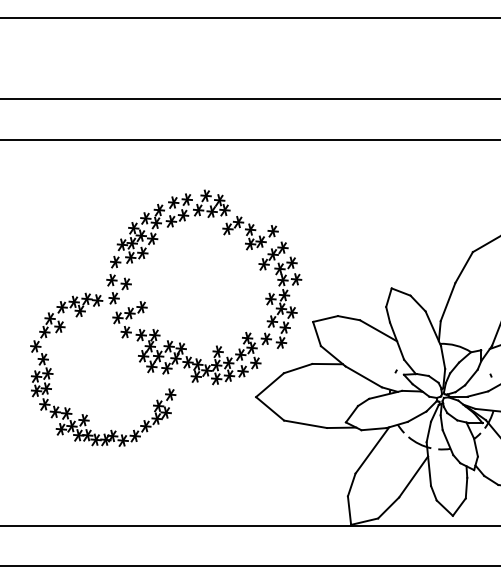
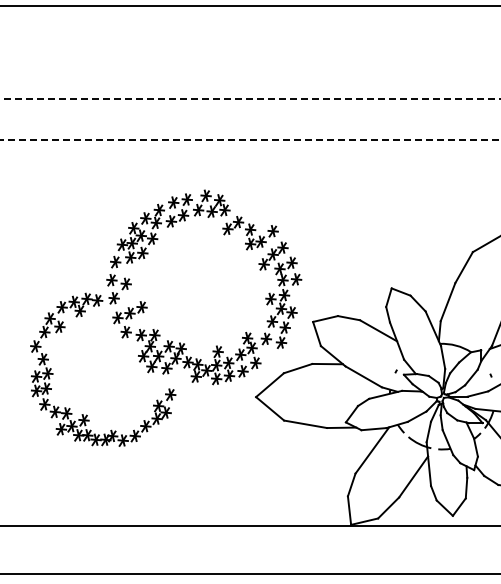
line at (249, 17) position: (249, 17) -> (249, 5)
line at (250, 98): solid -> dashed
line at (249, 139): solid -> dashed
line at (249, 566) position: (249, 566) -> (249, 574)
